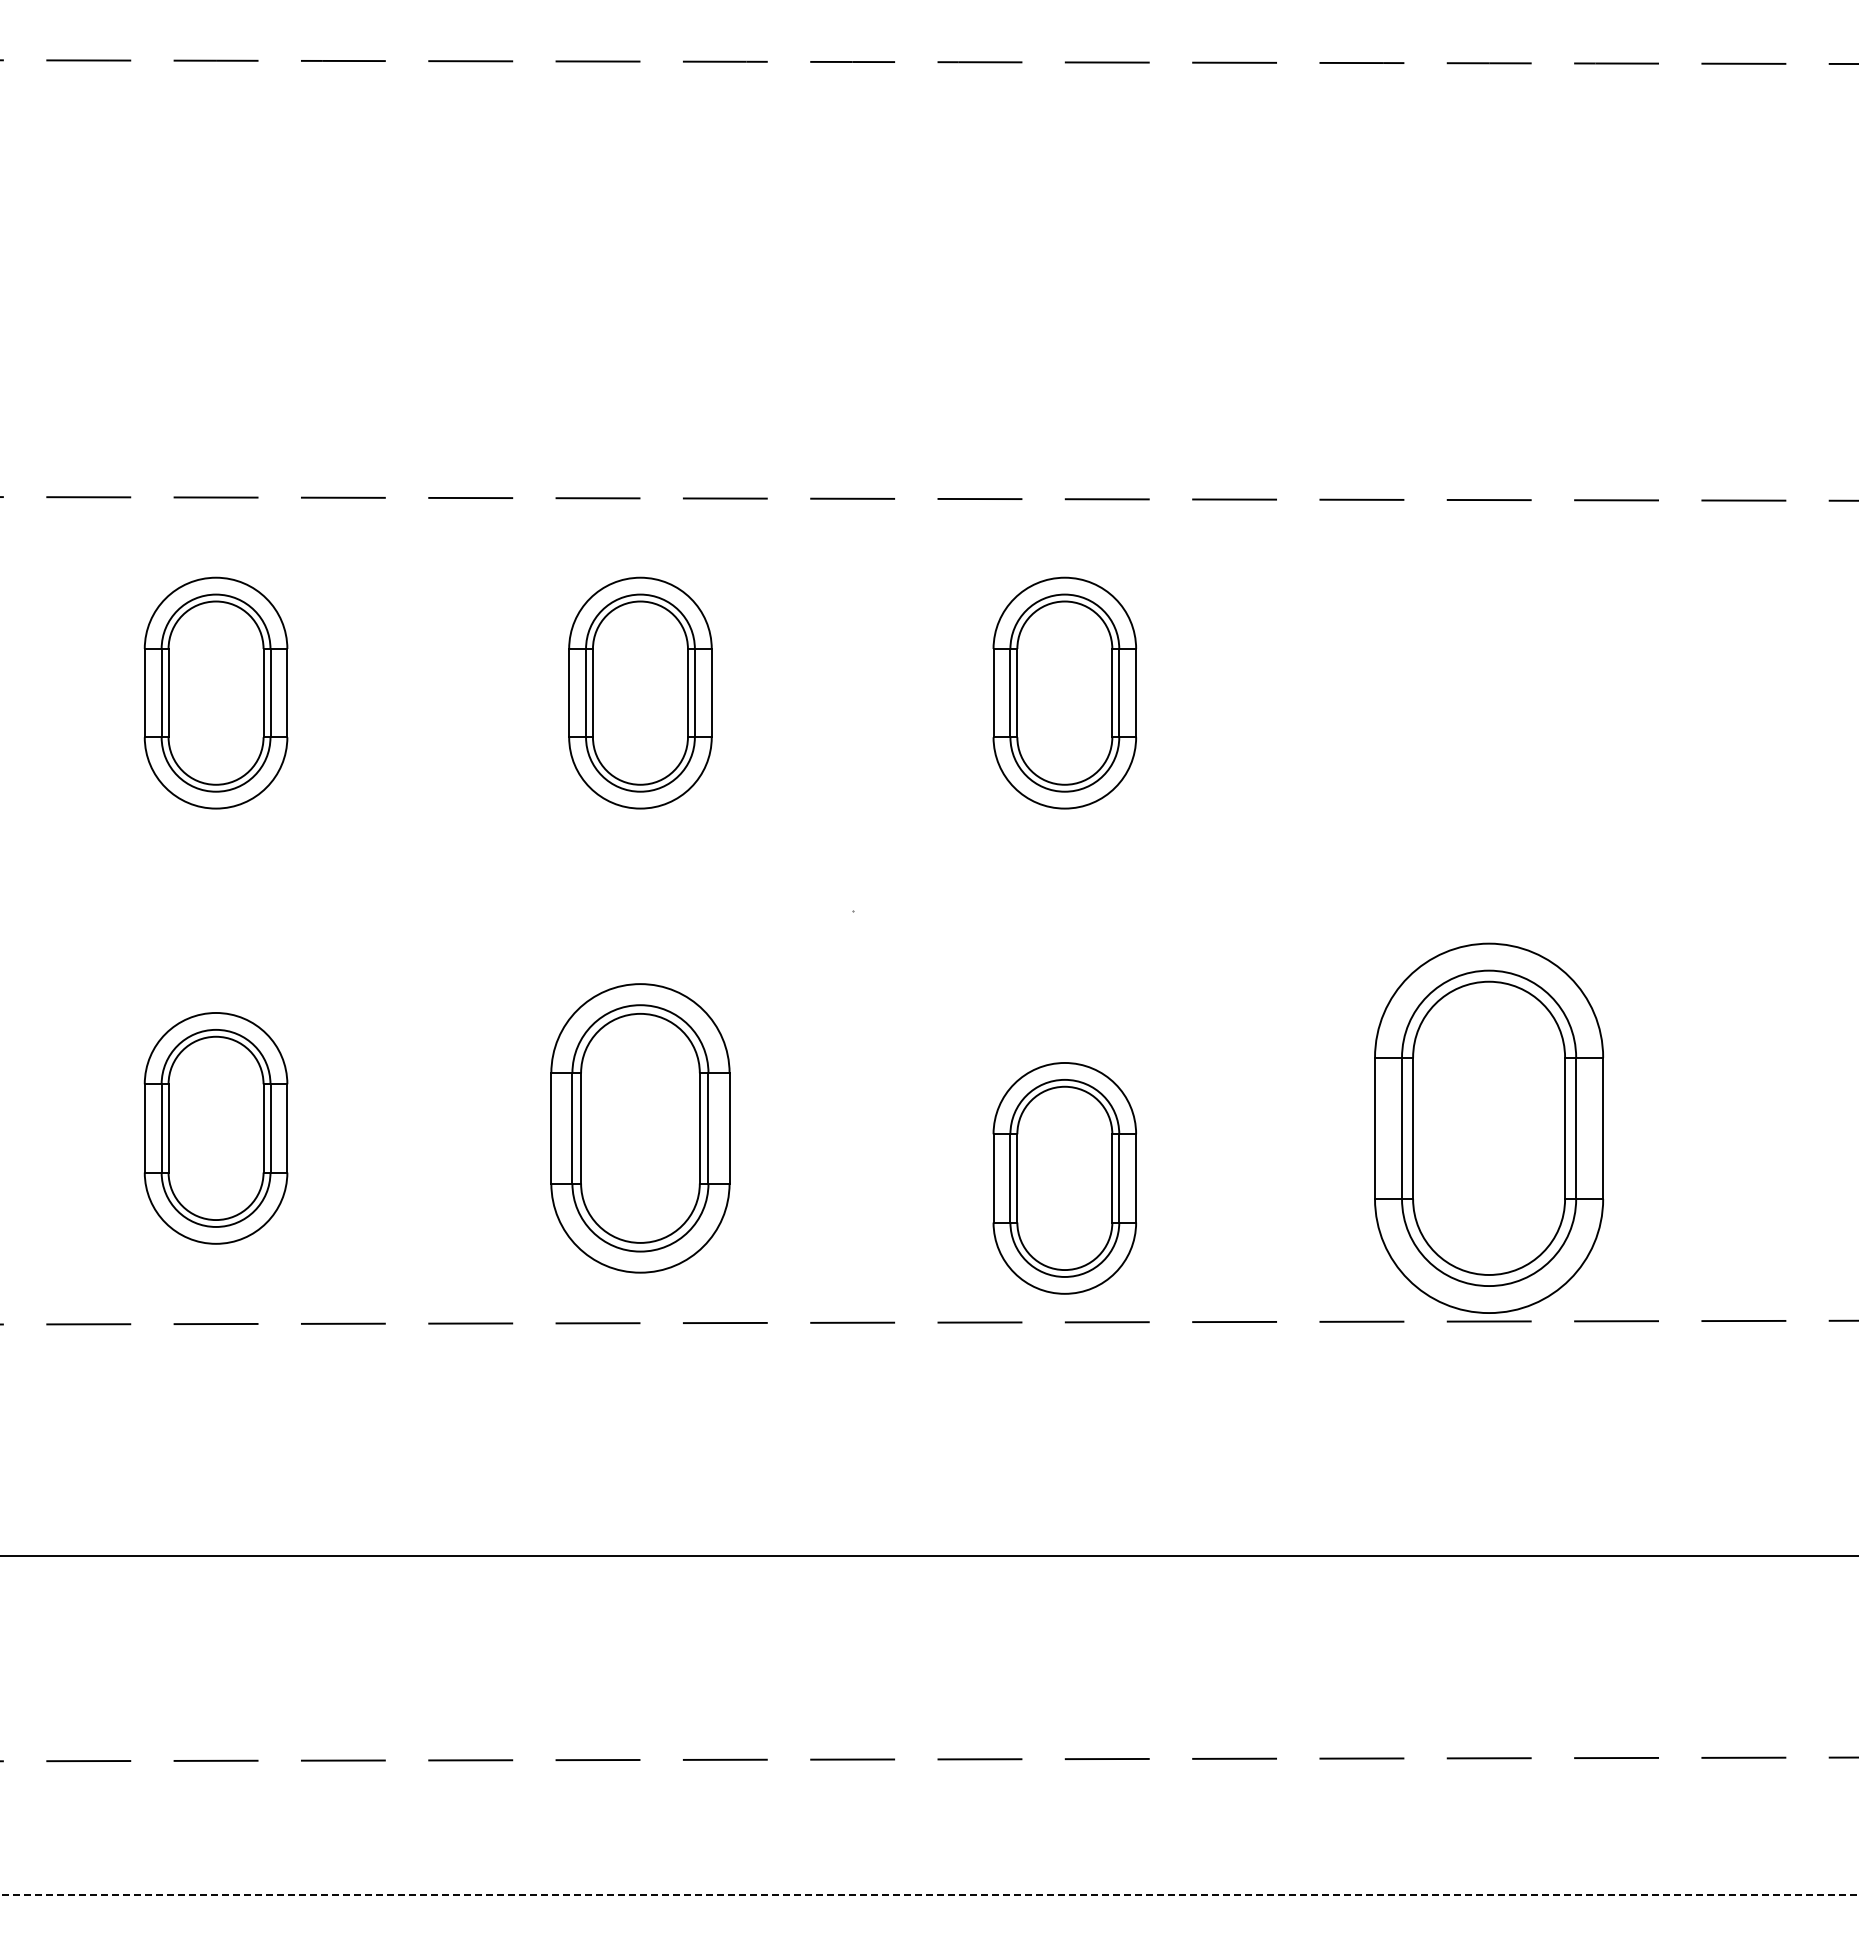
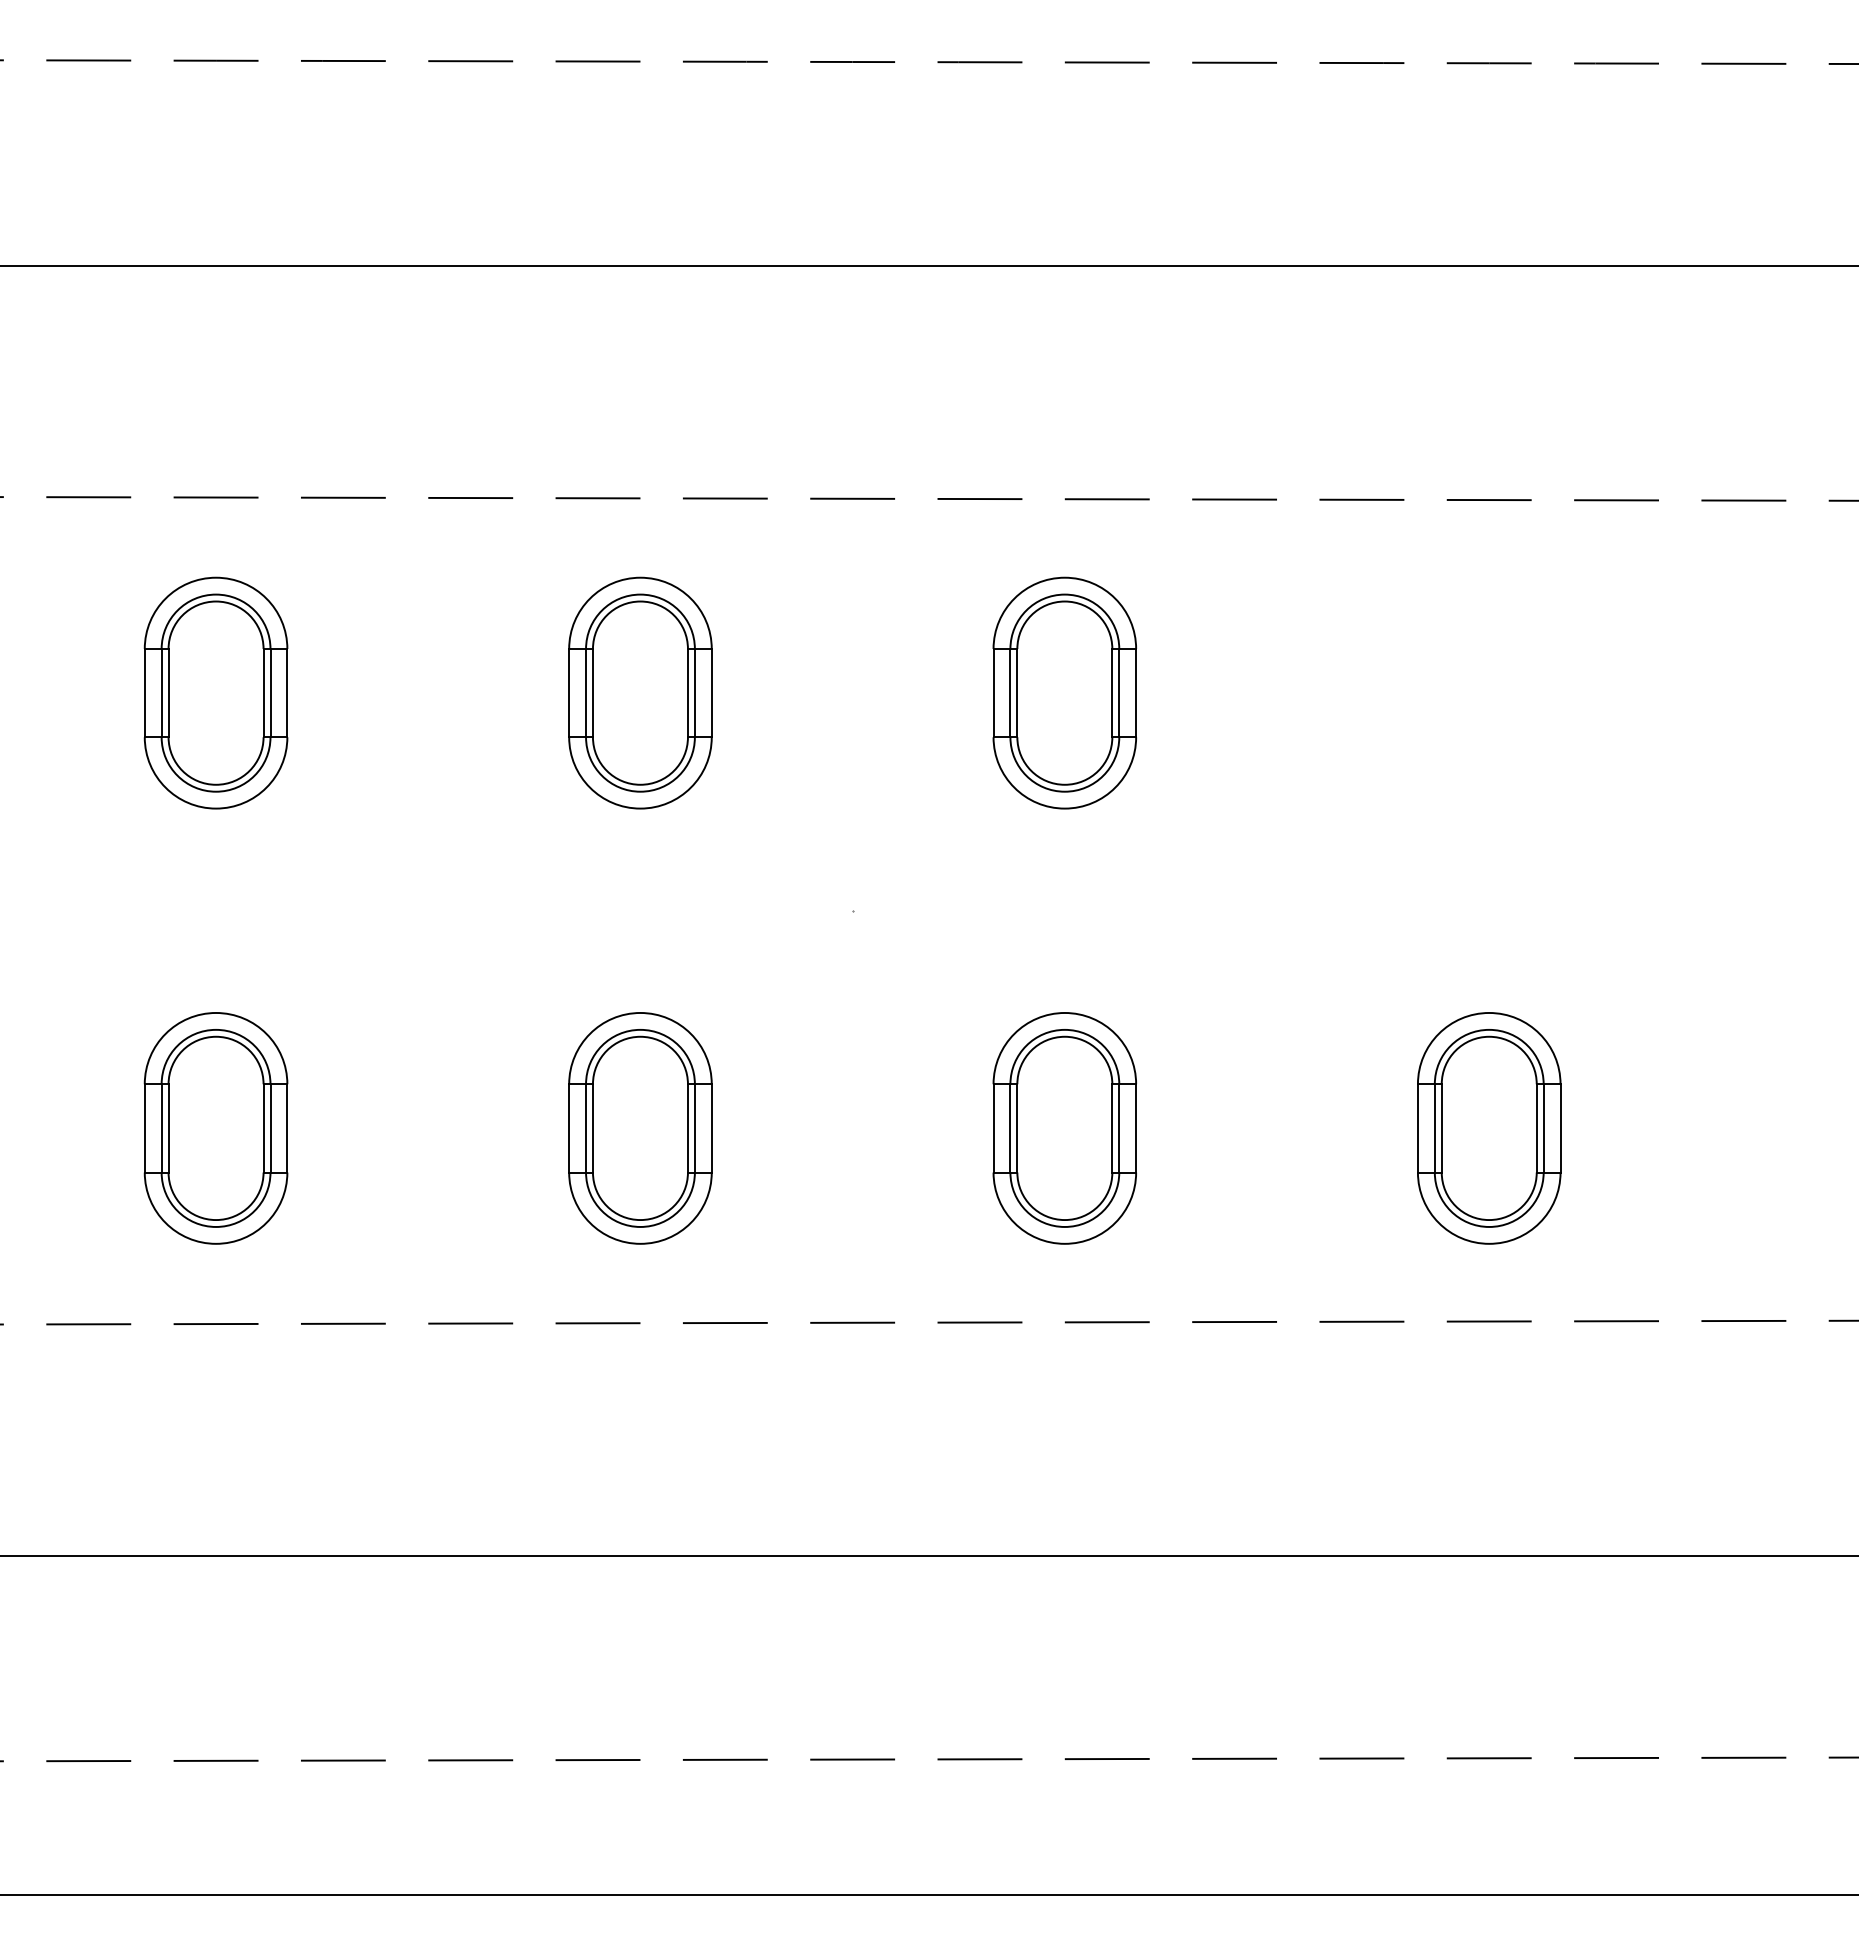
line at (928, 265): none -> present
part at (1489, 1127) size: 231x372 px -> 145x233 px
part at (640, 1128) size: 181x291 px -> 145x233 px
part at (1064, 1178) position: (1064, 1178) -> (1064, 1128)
line at (929, 1895): dashed -> solid
